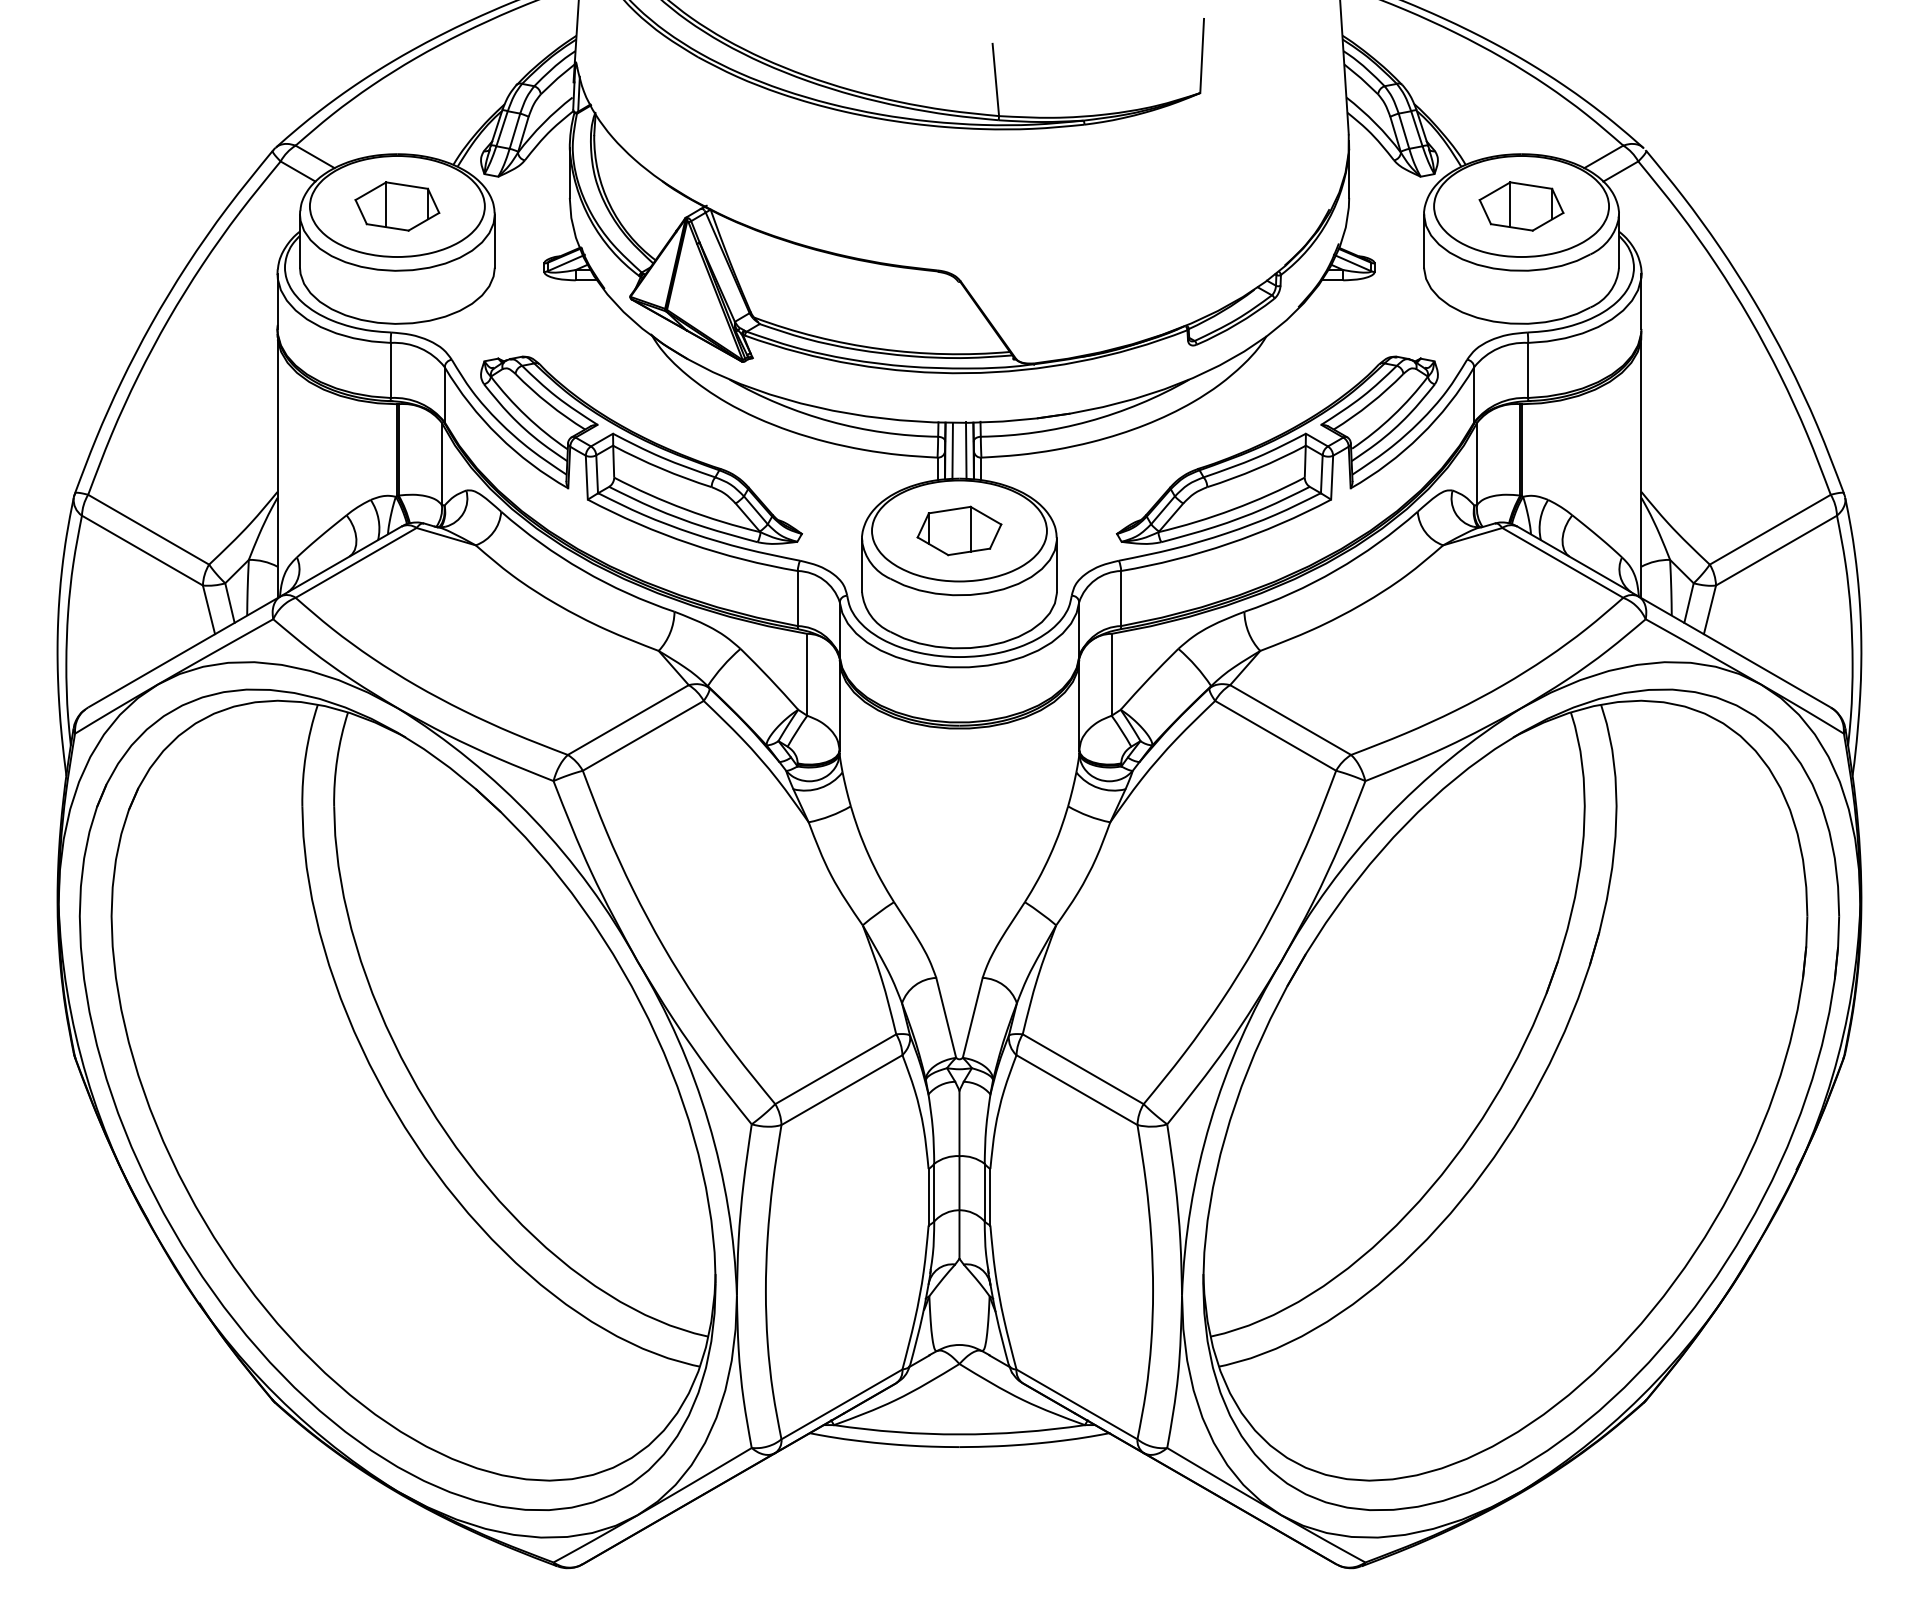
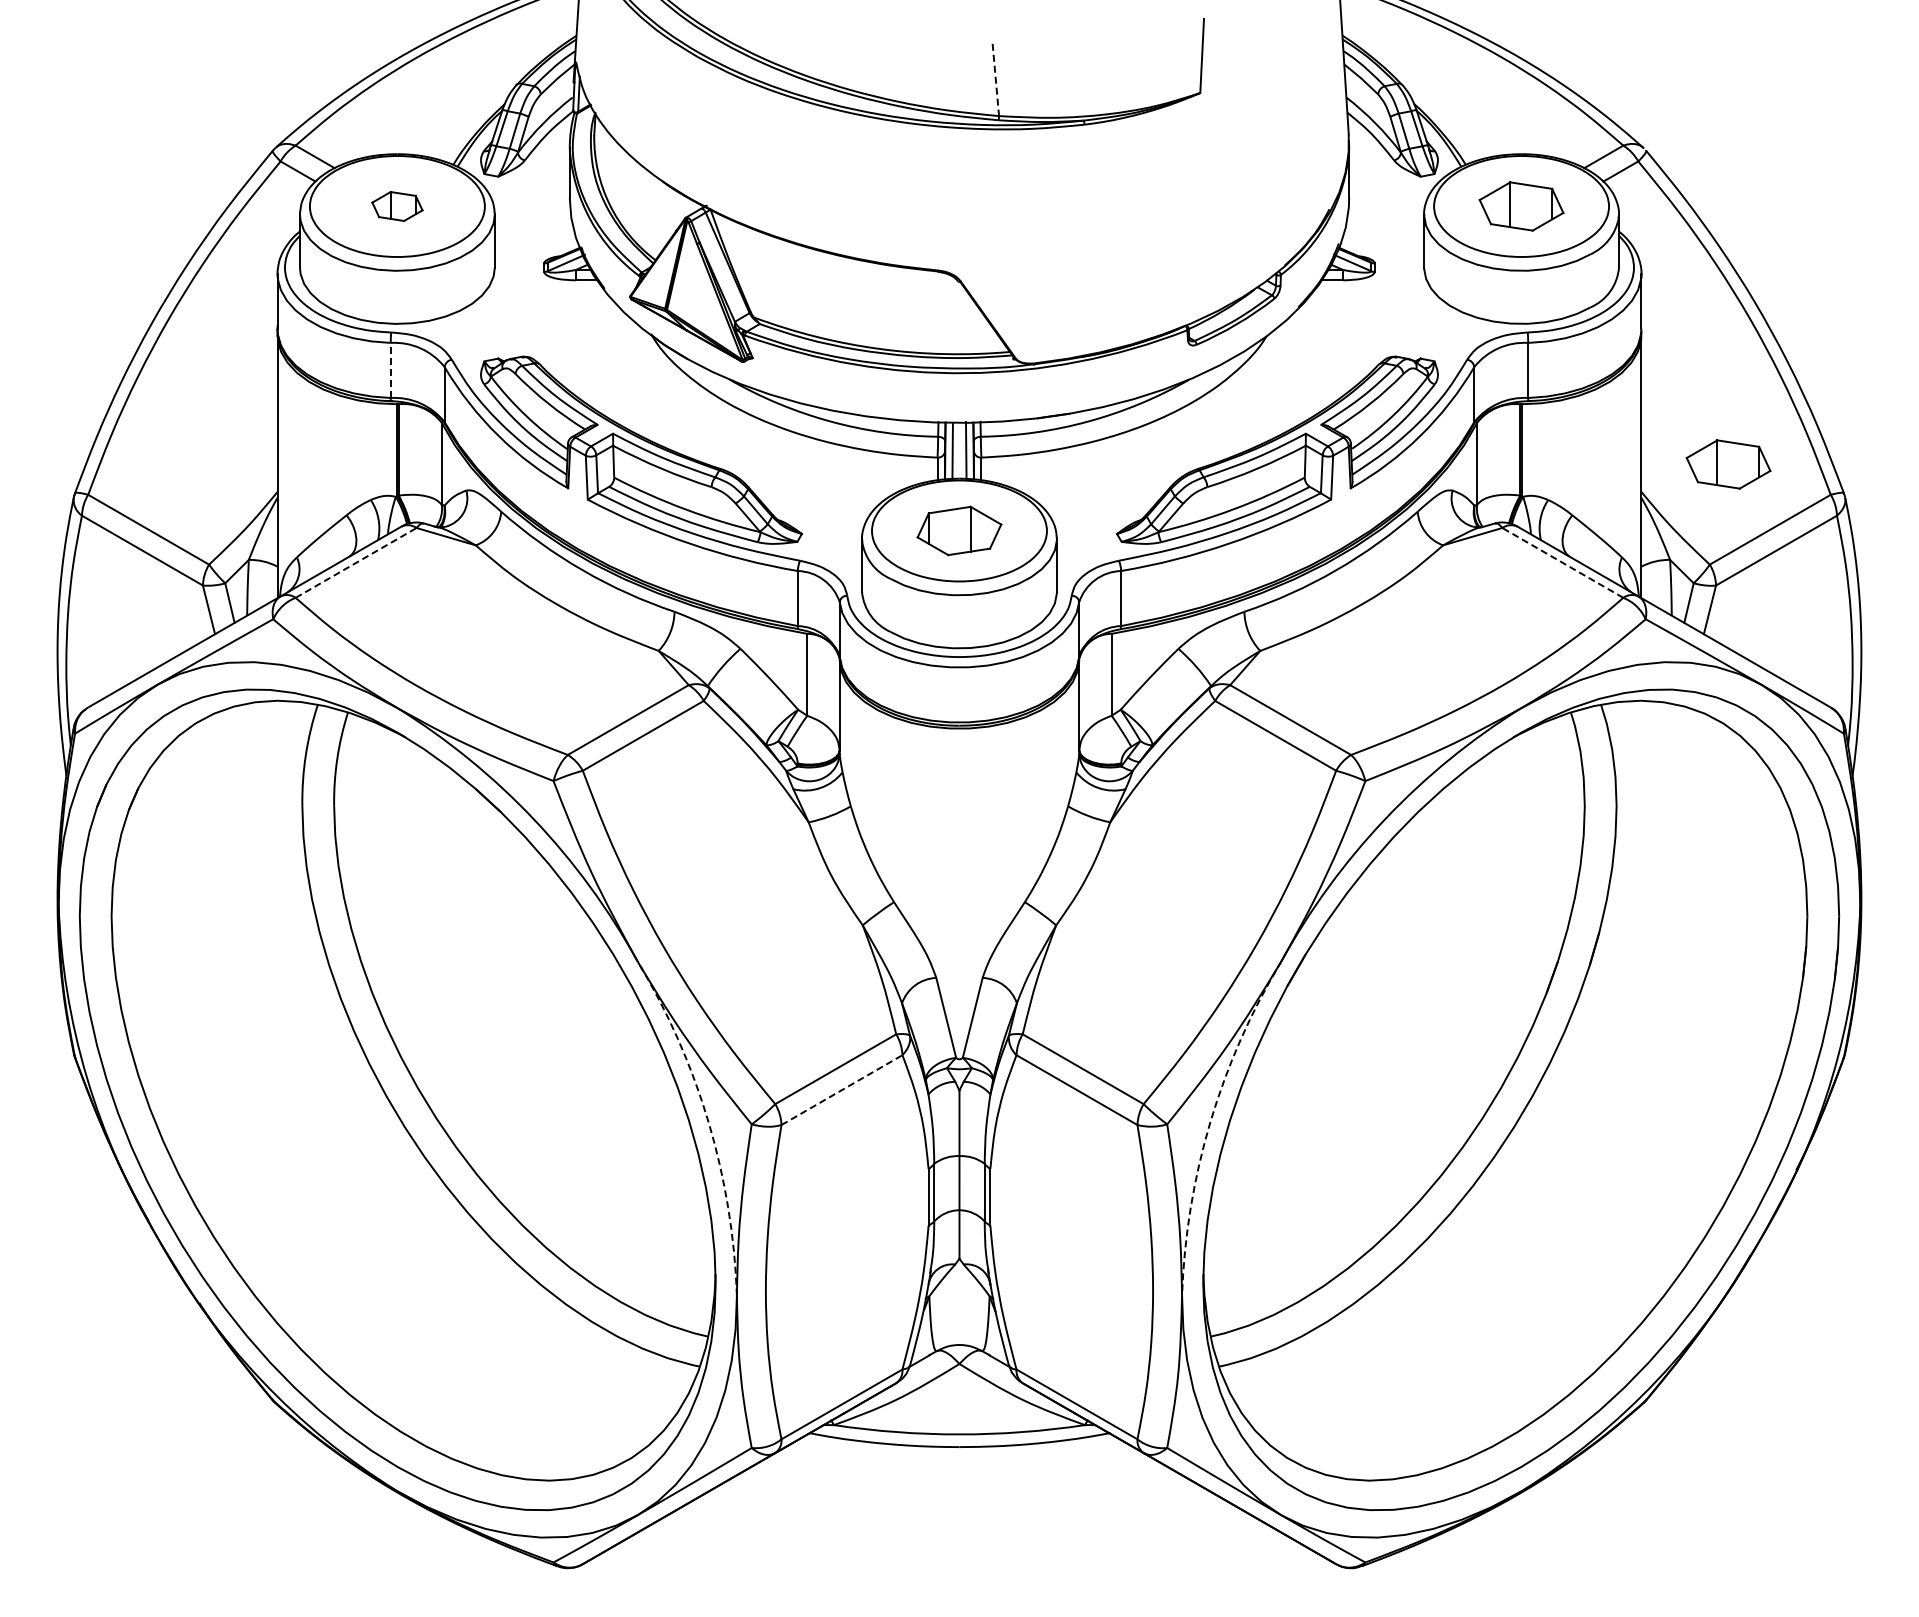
line at (995, 80): solid -> dashed
part at (397, 206) size: 87x51 px -> 53x31 px
line at (390, 370): solid -> dashed
part at (1728, 464): none -> present
line at (356, 562): solid -> dashed
line at (1562, 562): solid -> dashed
line at (841, 1090): solid -> dashed
arc at (708, 1122): solid -> dashed
arc at (1210, 1122): solid -> dashed
